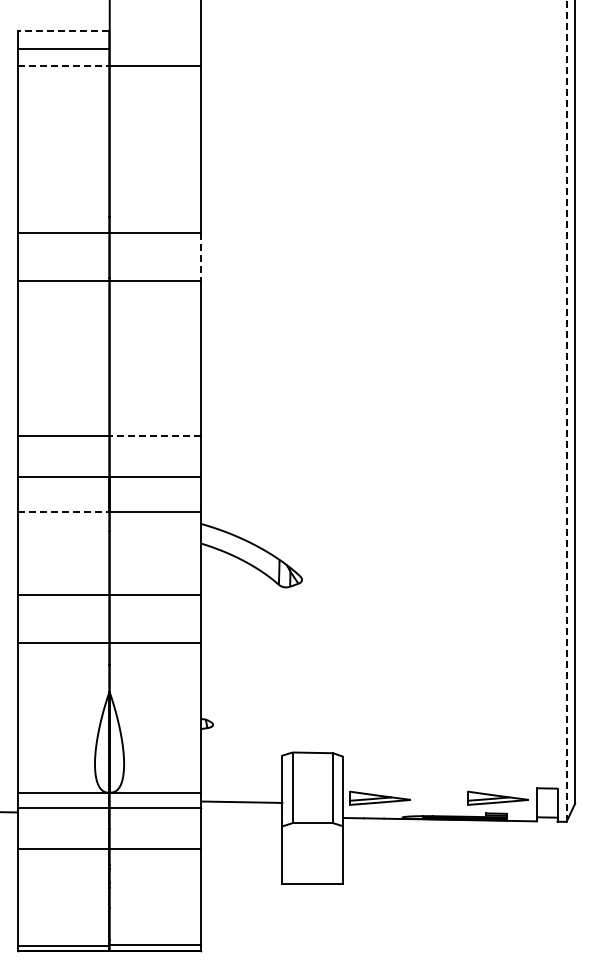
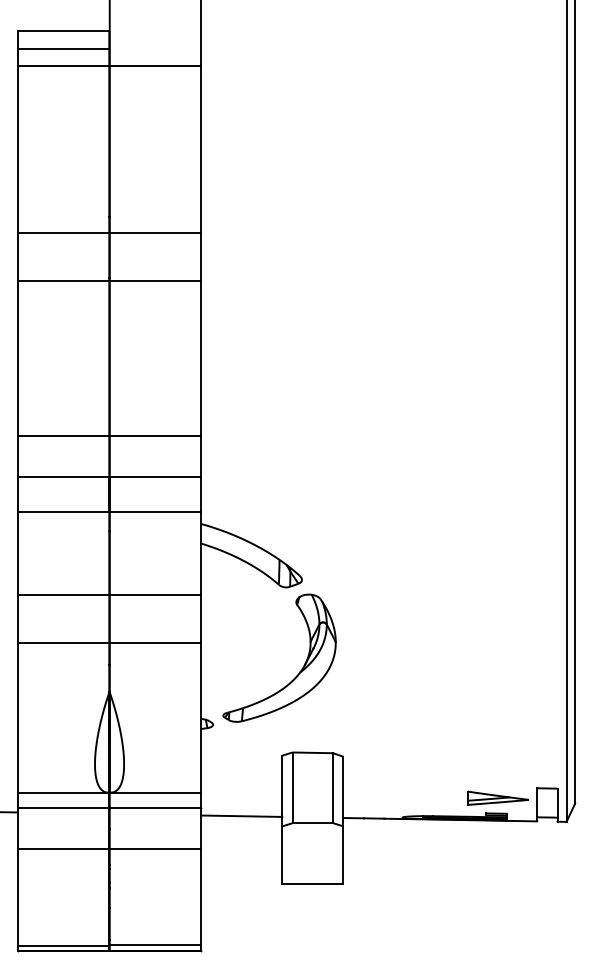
line at (63, 30): dashed -> solid
line at (63, 65): dashed -> solid
line at (201, 257): dashed -> solid
line at (566, 411): dashed -> solid
line at (155, 435): dashed -> solid
line at (63, 512): dashed -> solid
part at (299, 671): none -> present
part at (379, 797): present -> none
line at (241, 801) position: (241, 801) -> (241, 815)
